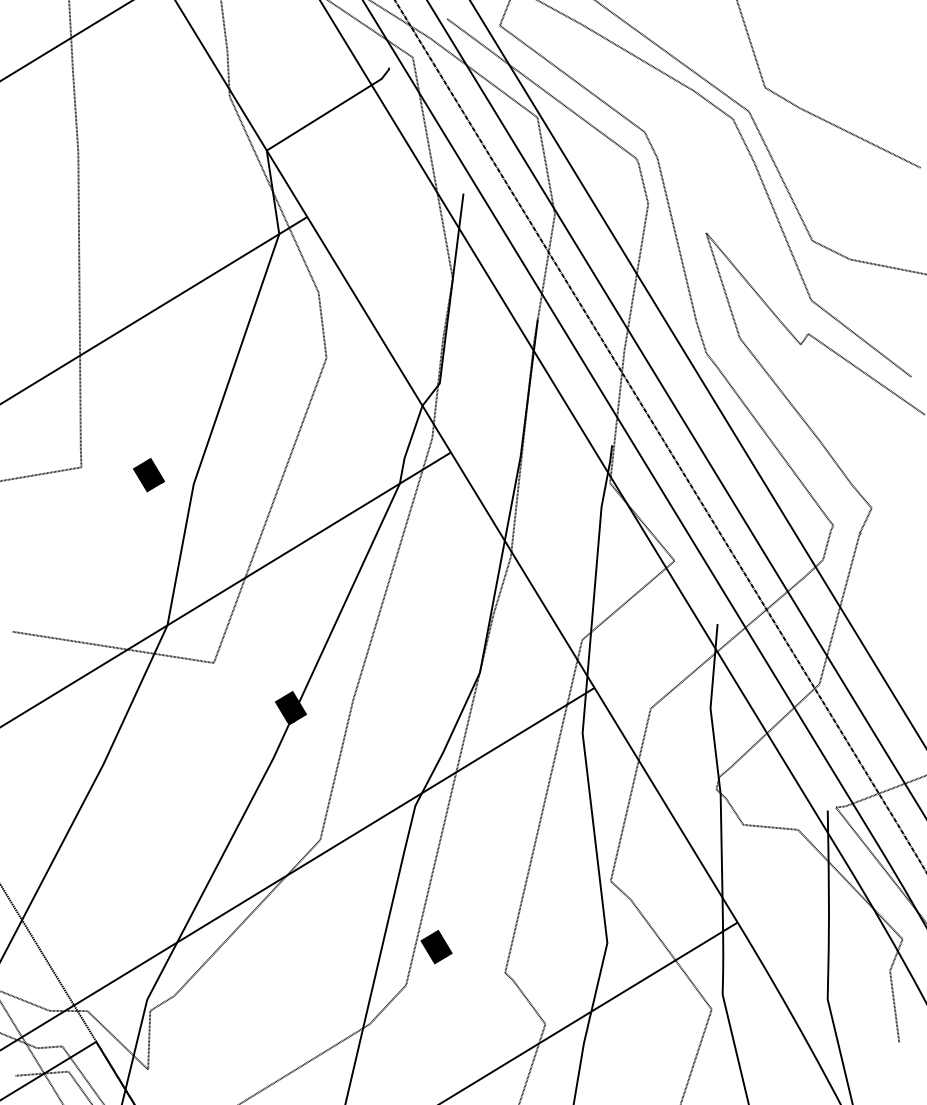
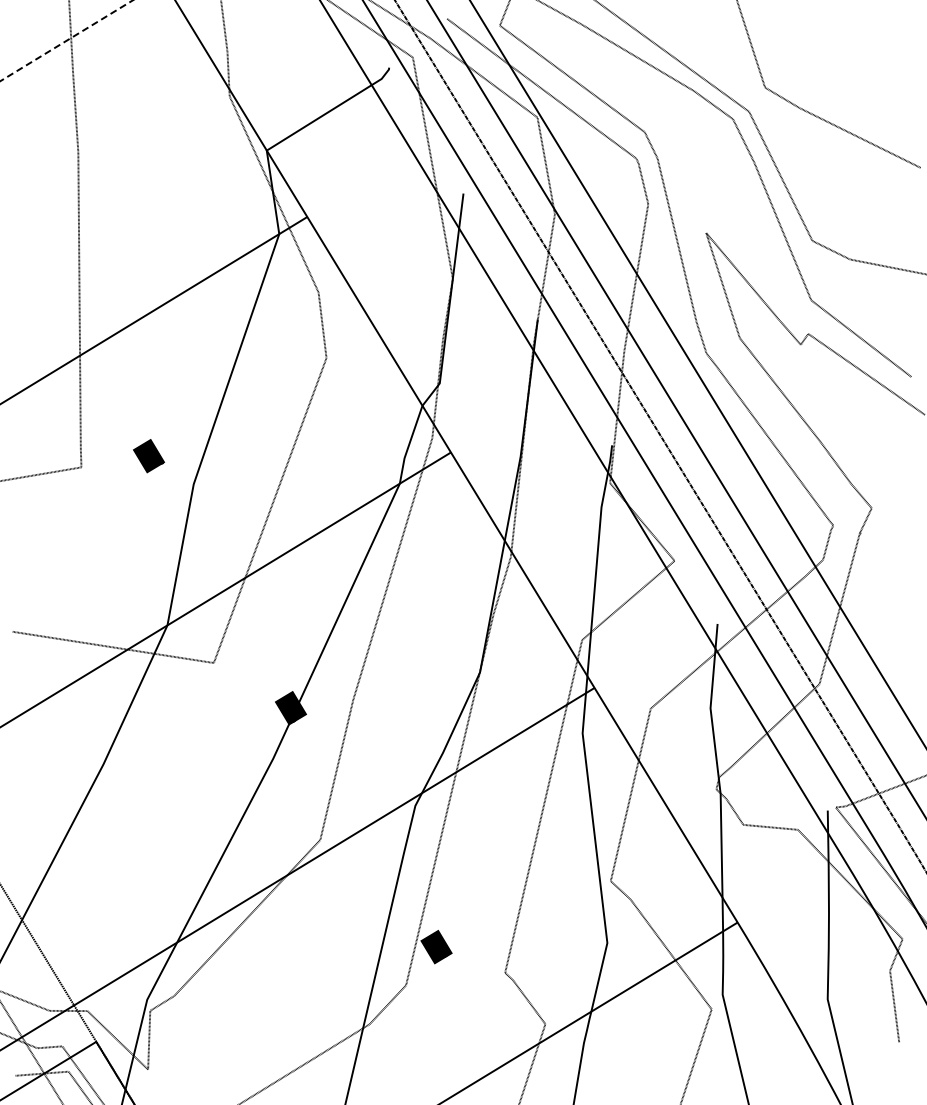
line at (66, 41): solid -> dashed
text at (148, 475) position: (148, 475) -> (148, 456)
